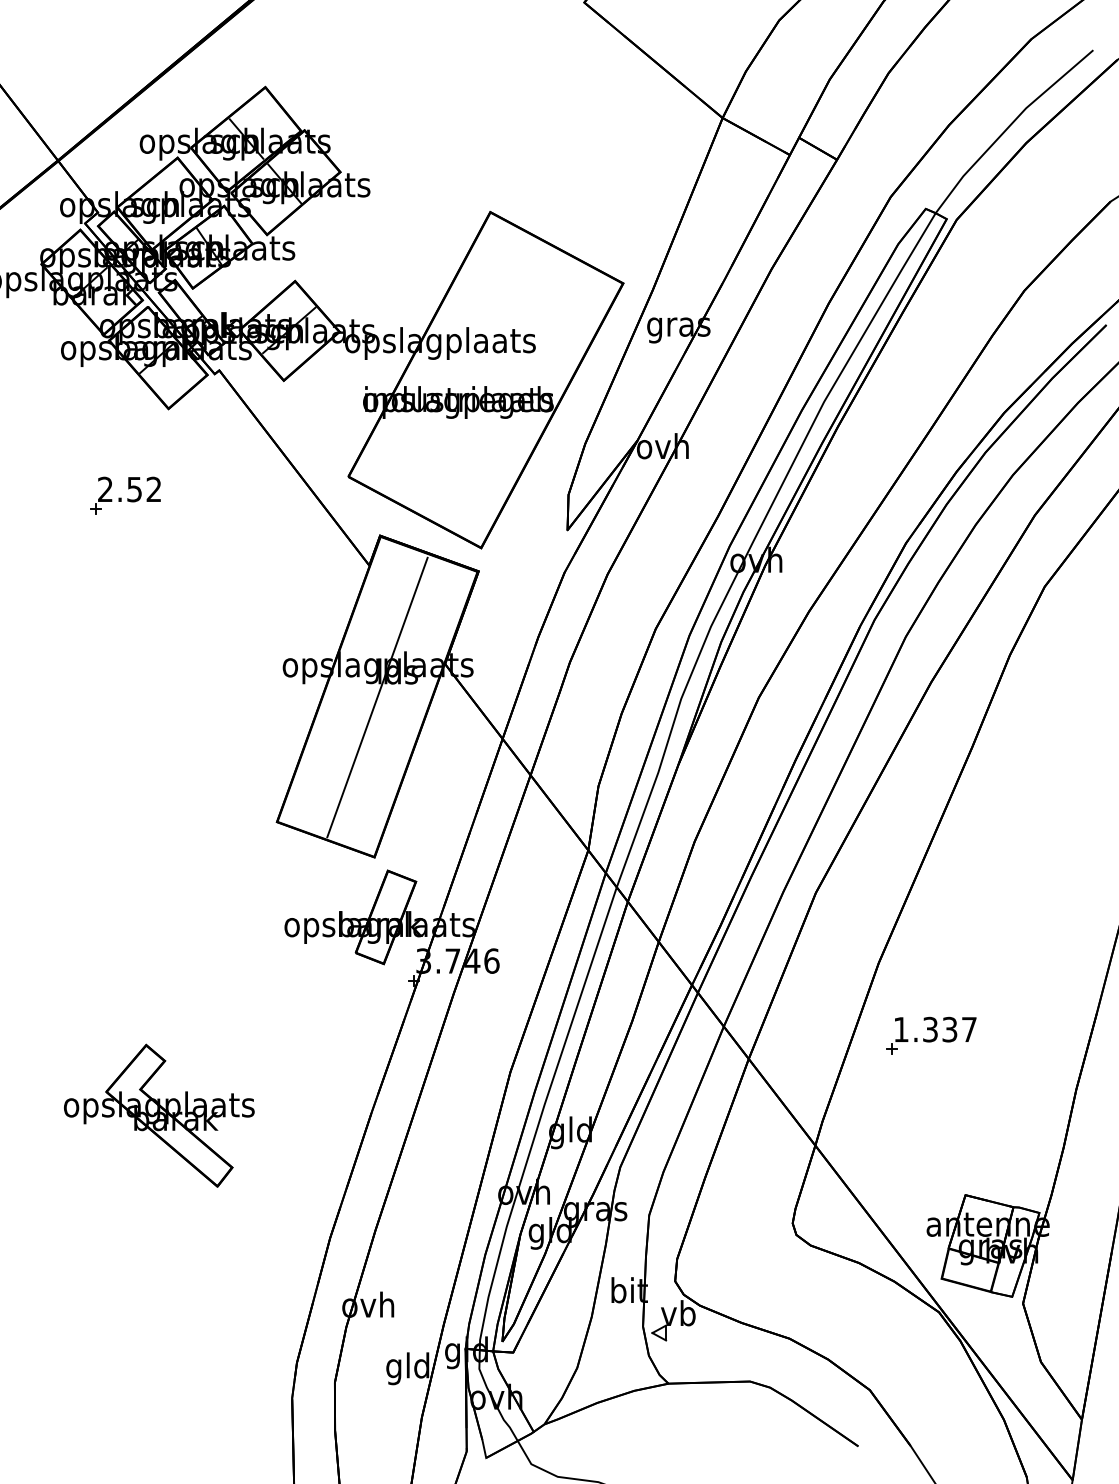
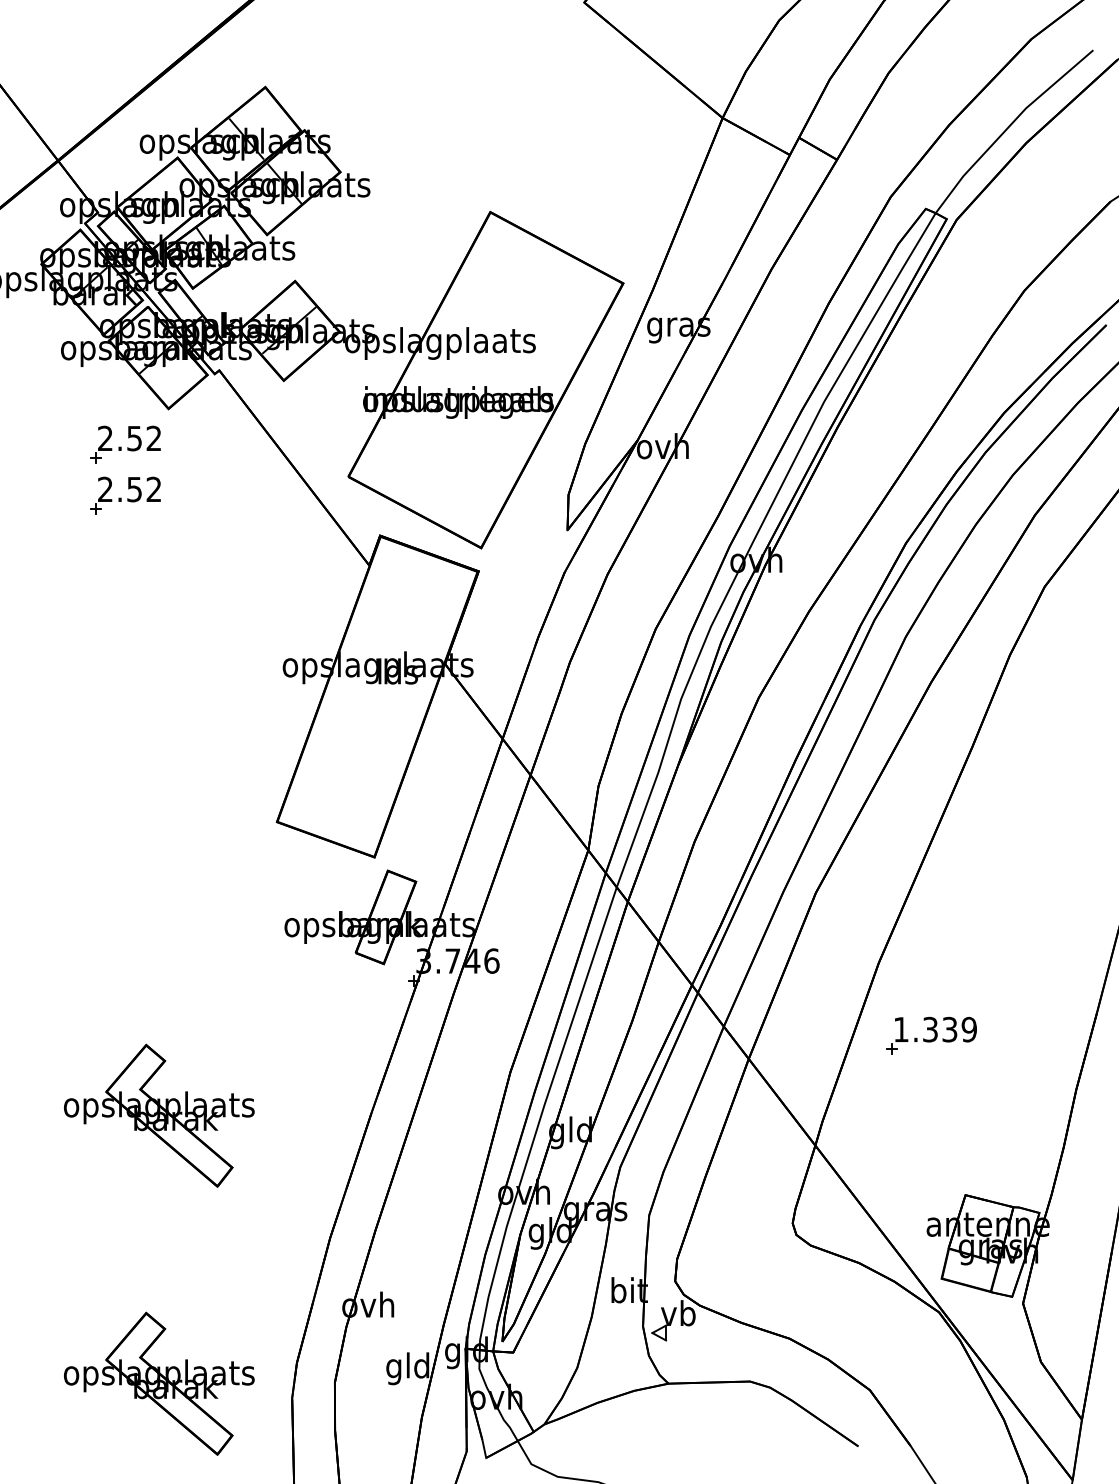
part at (125, 444): none -> present
line at (377, 697): present -> none
text at (968, 1029): 1.337 -> 1.339
part at (159, 1383): none -> present
